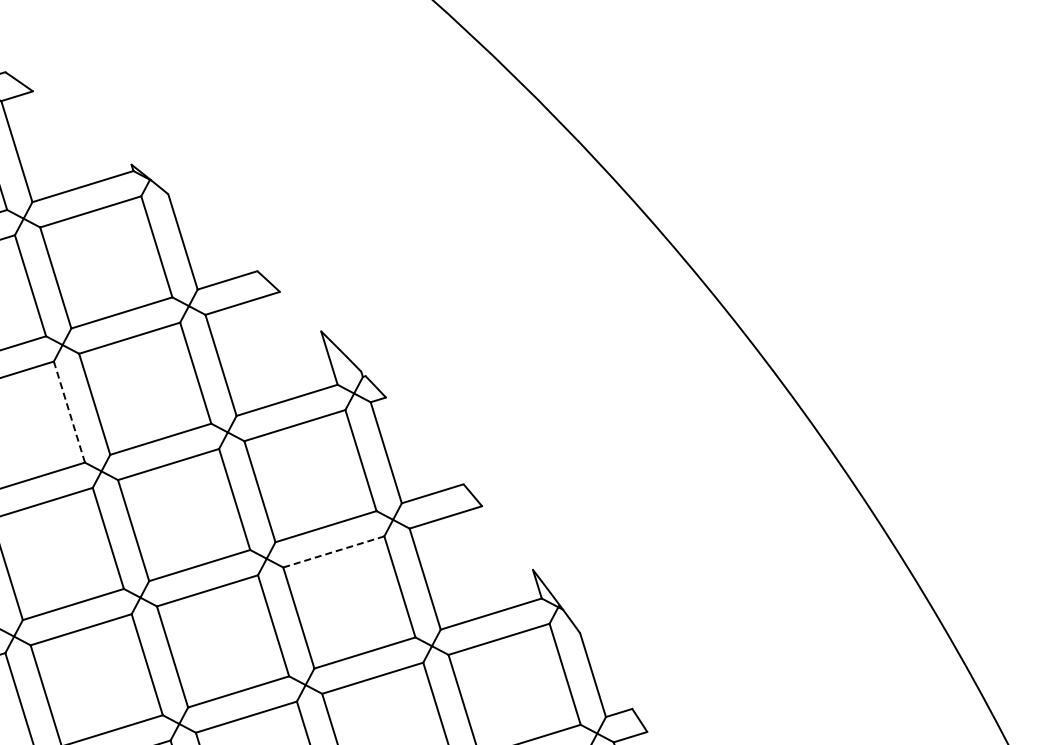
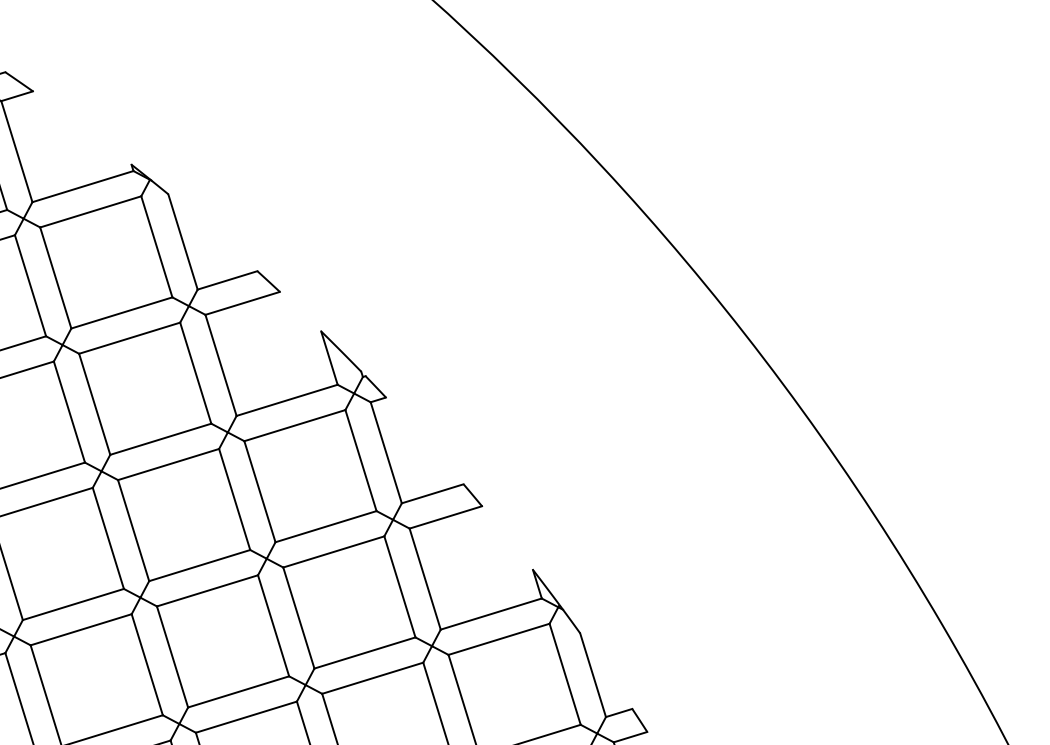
line at (69, 412): dashed -> solid
line at (333, 551): dashed -> solid
